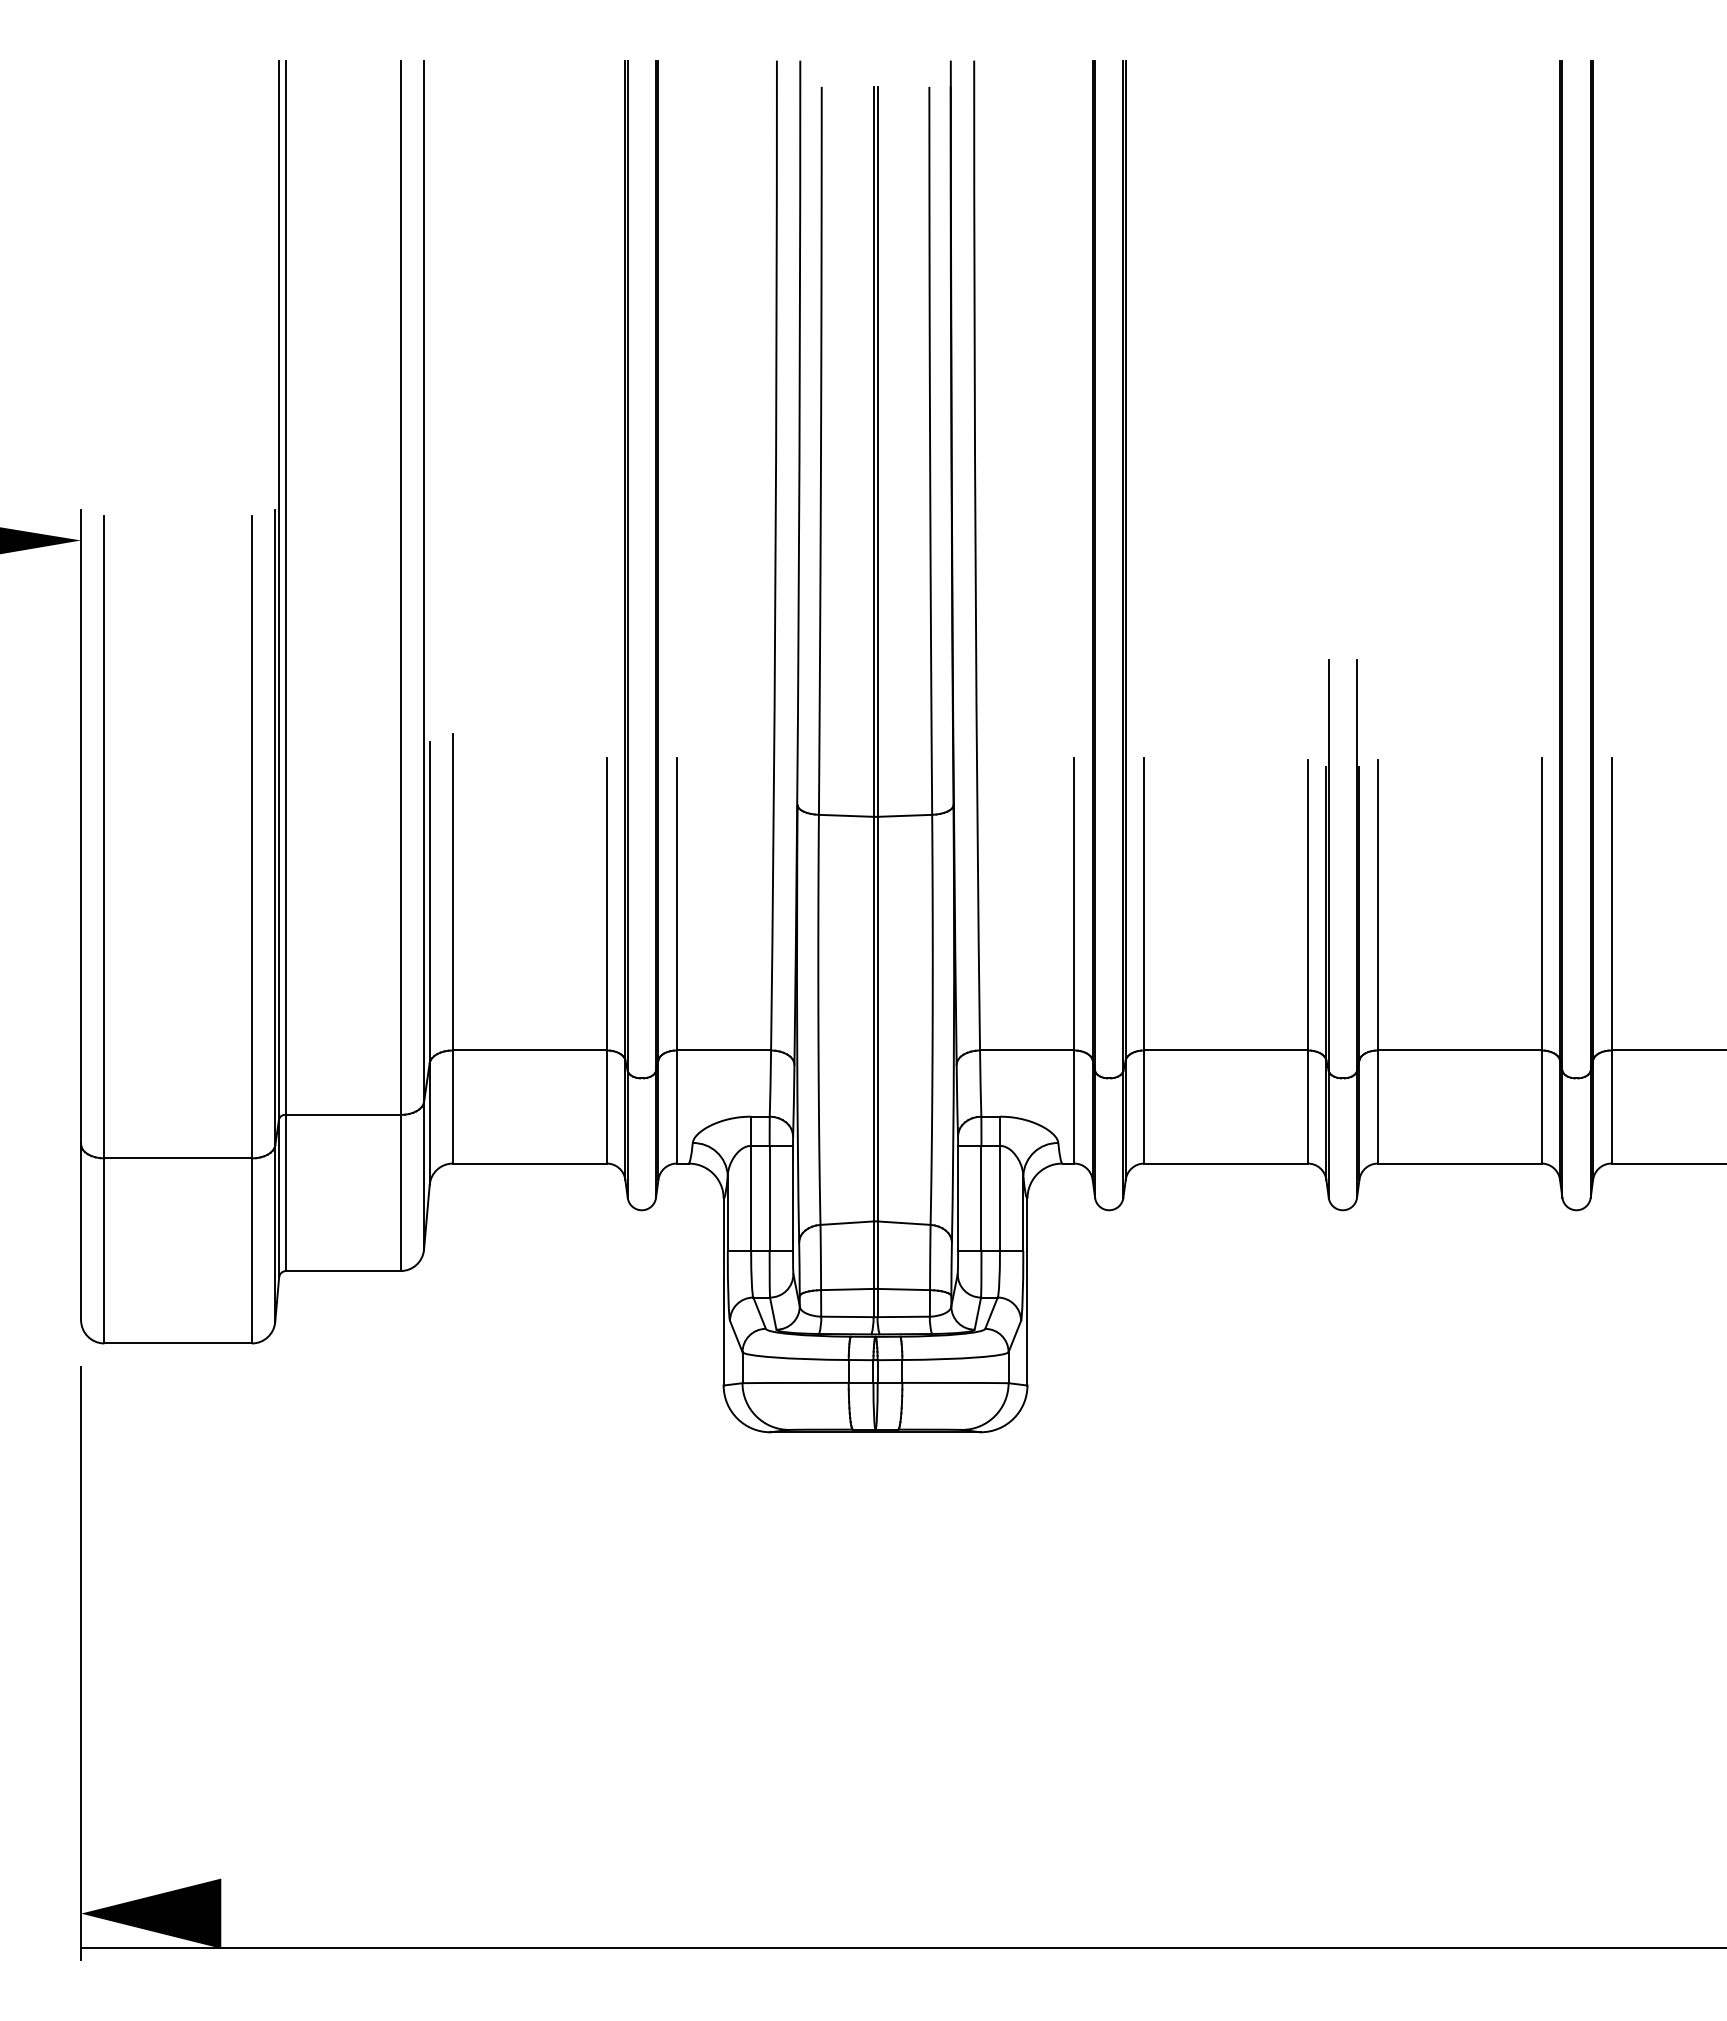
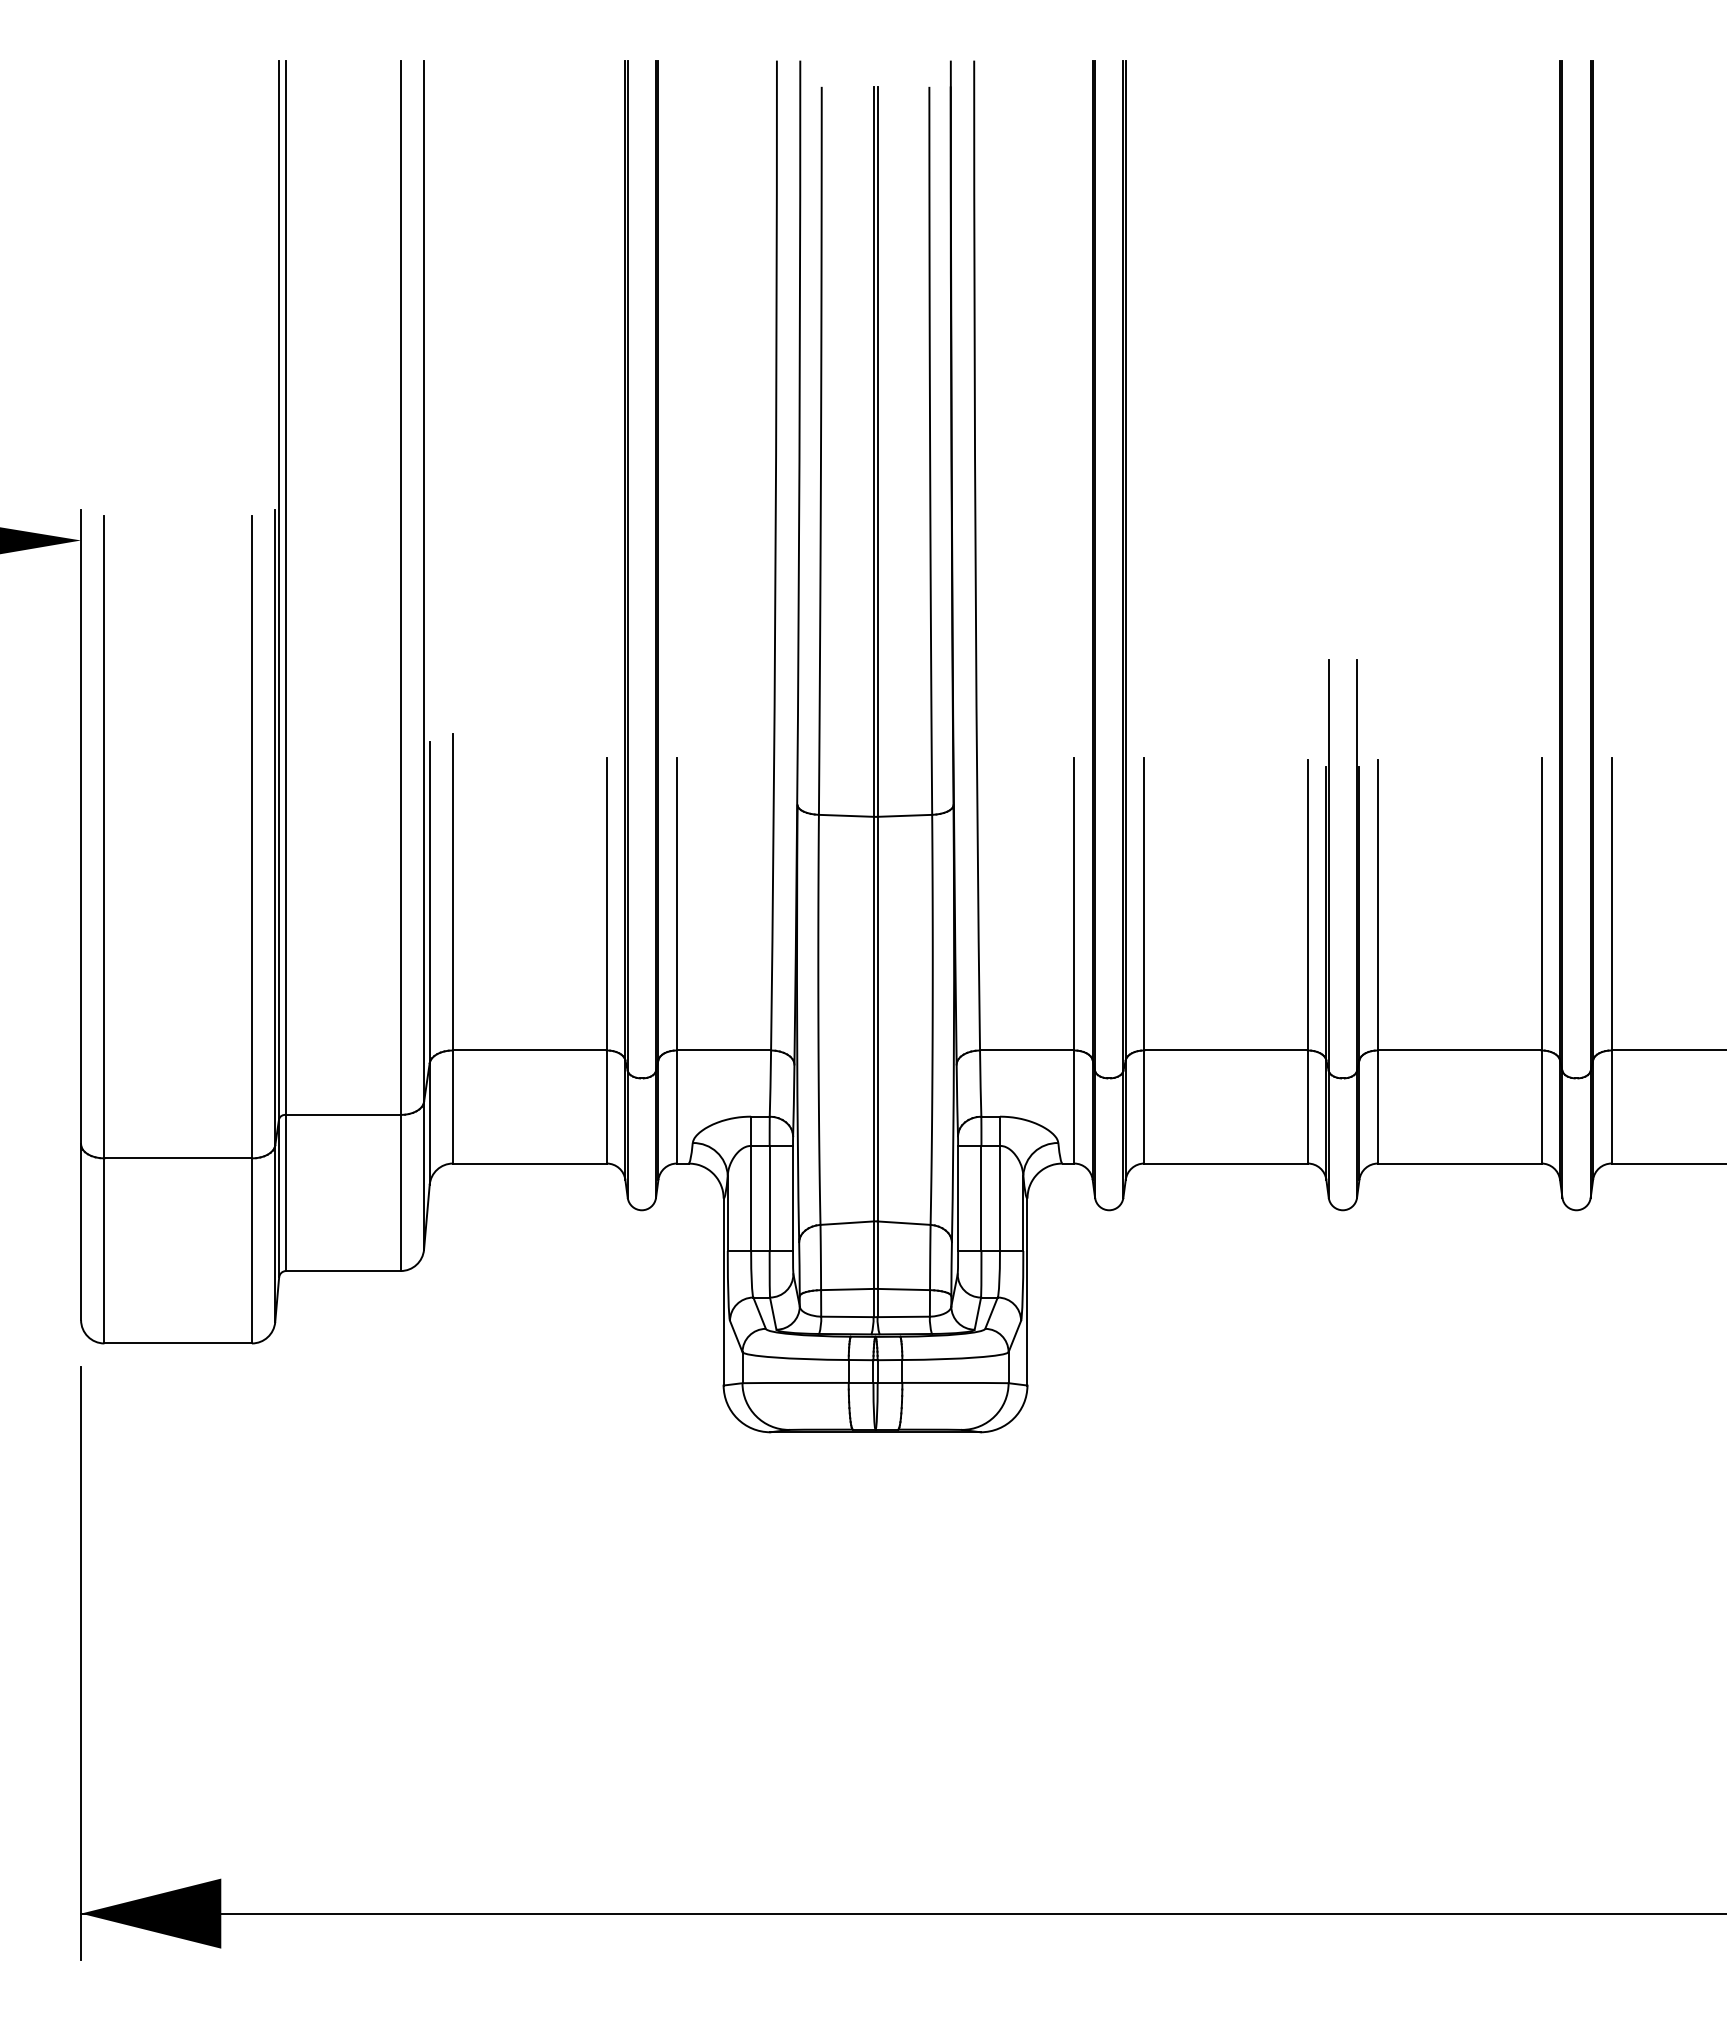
line at (902, 1947) position: (902, 1947) -> (902, 1913)
